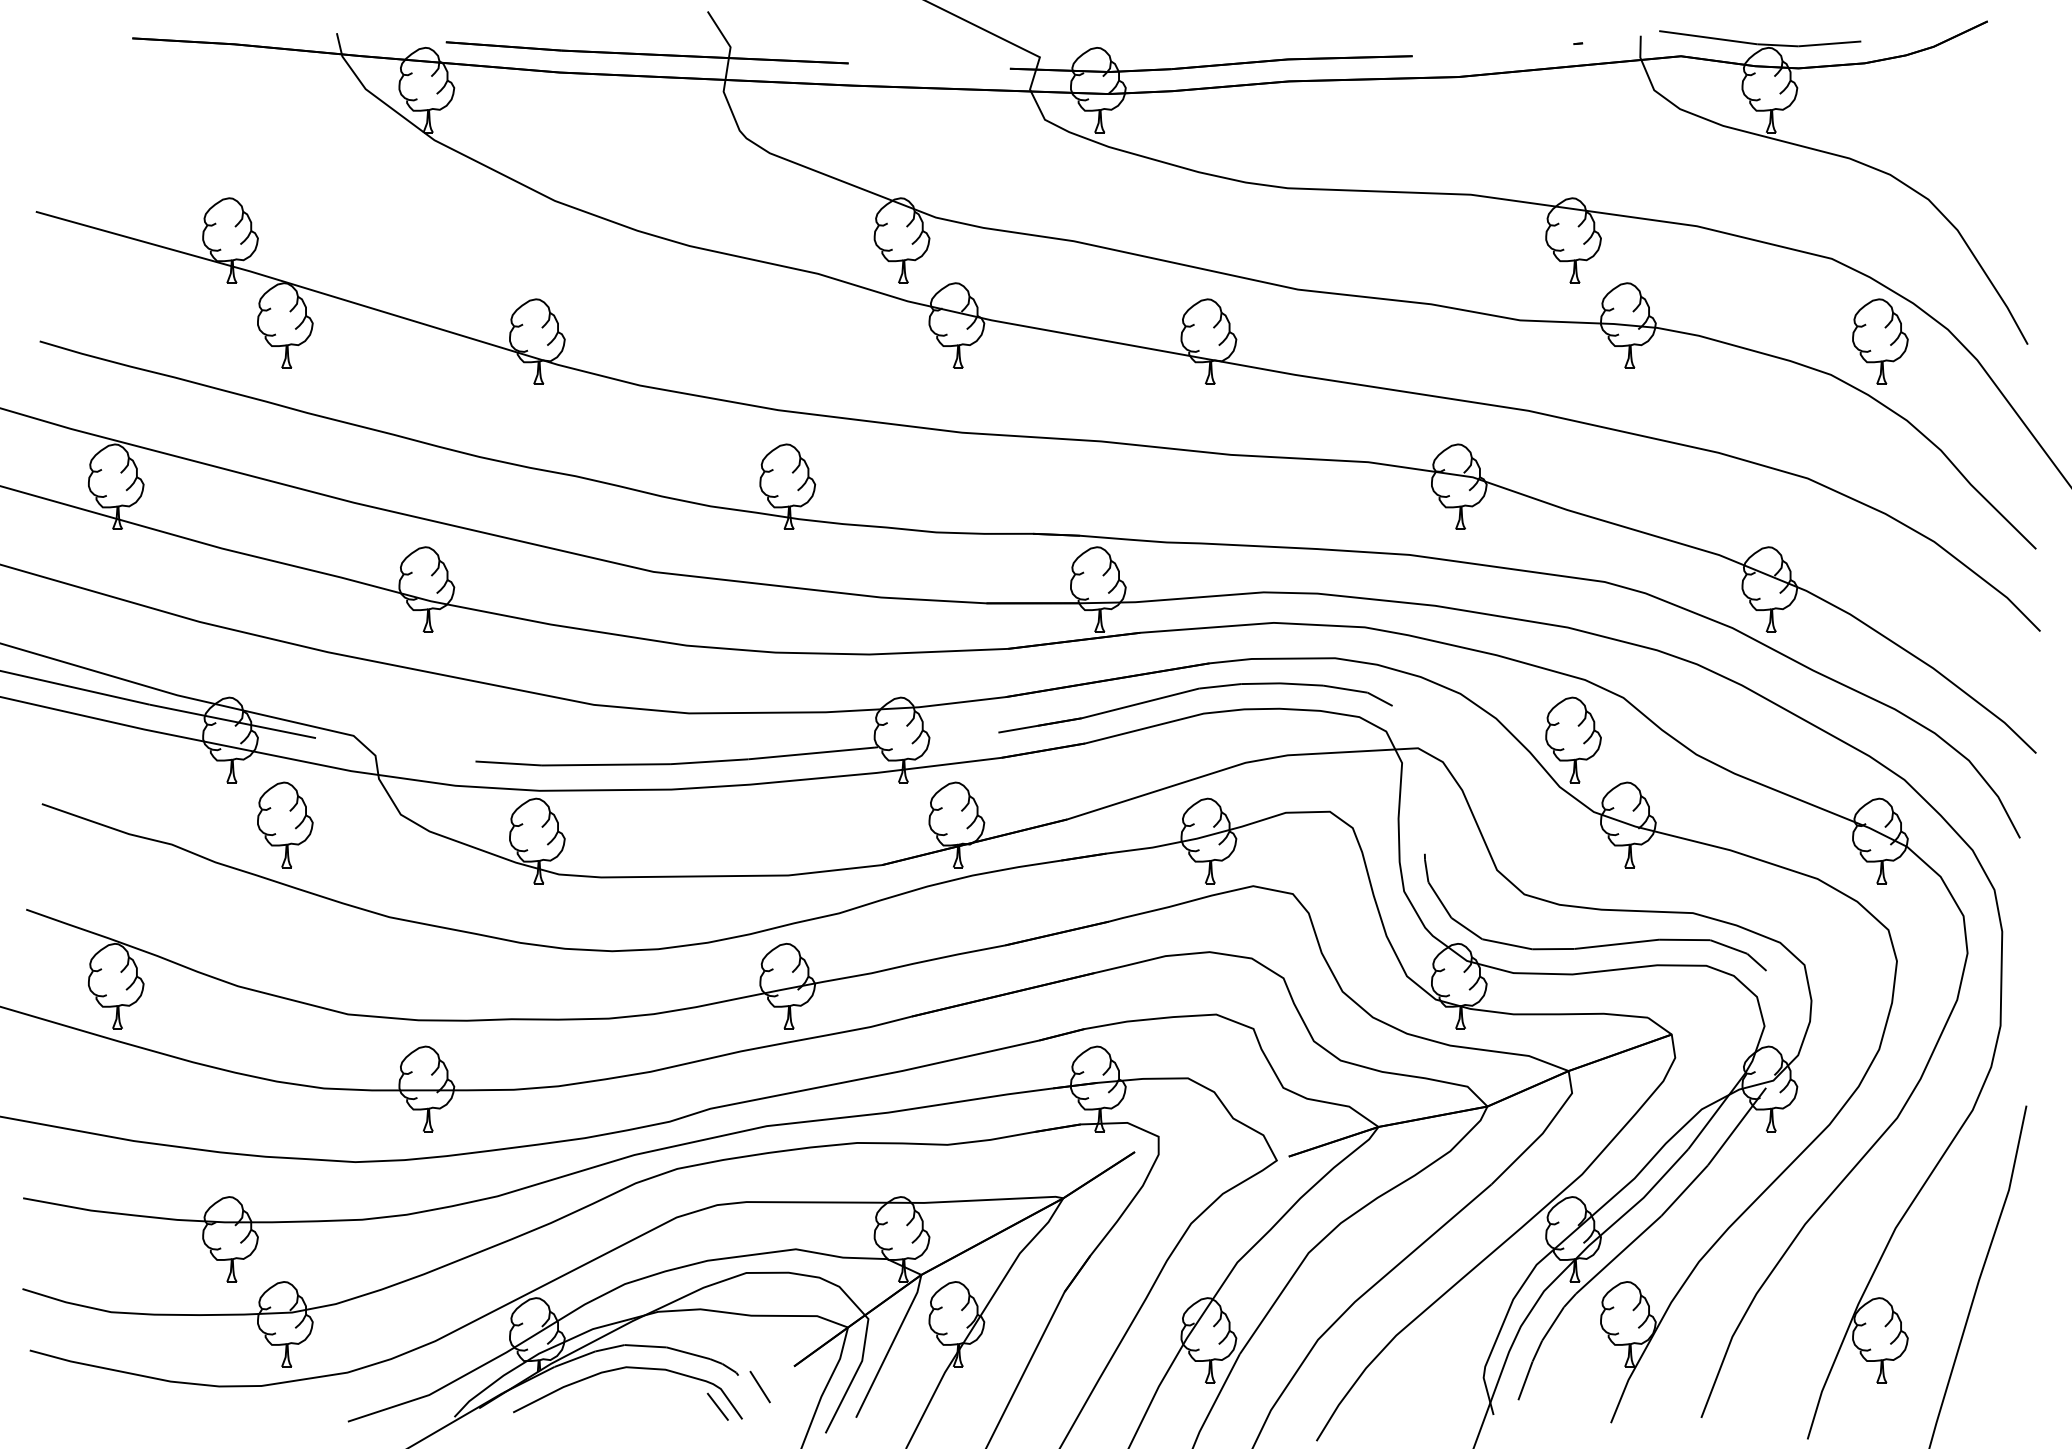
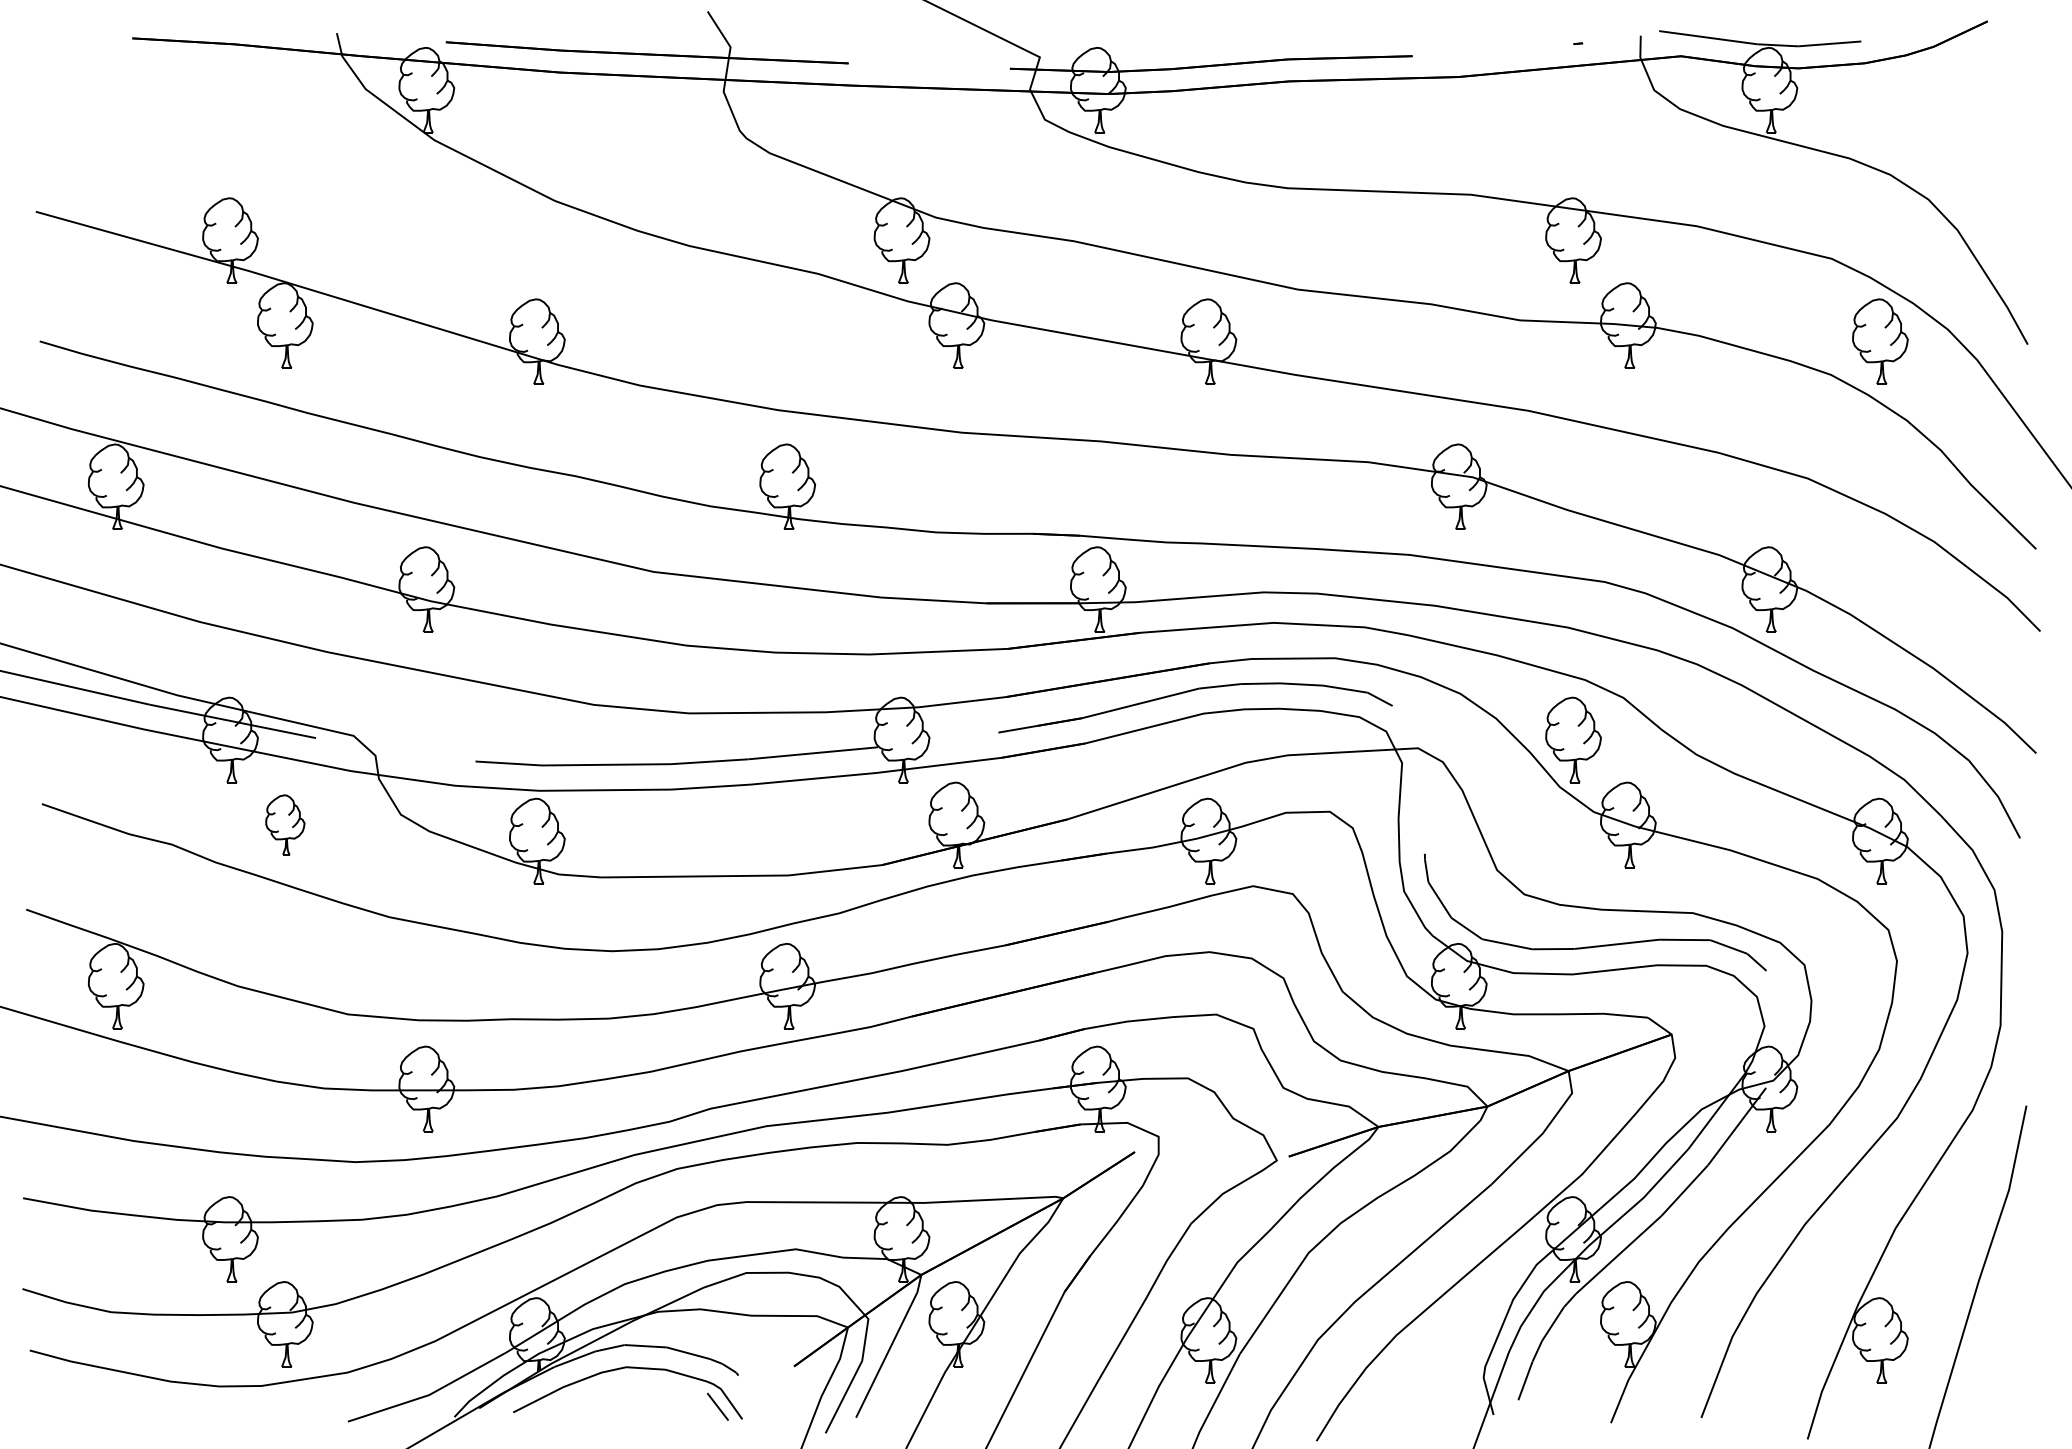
part at (285, 824) size: 57x88 px -> 41x62 px
line at (759, 1386): present -> none
